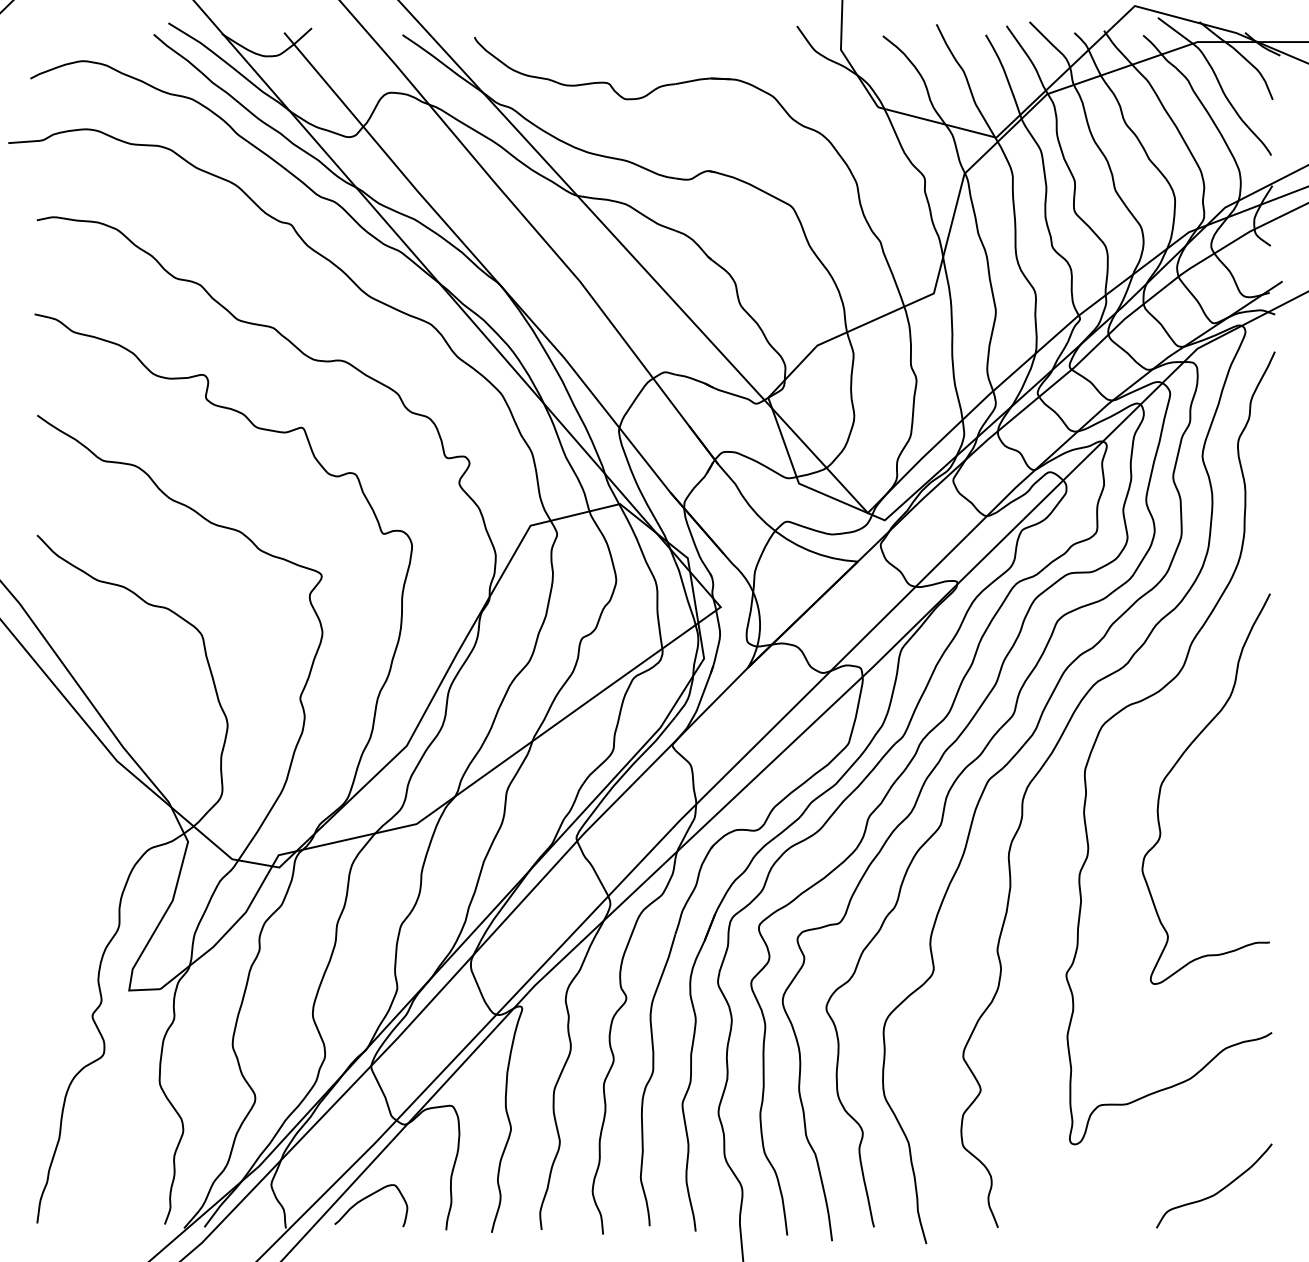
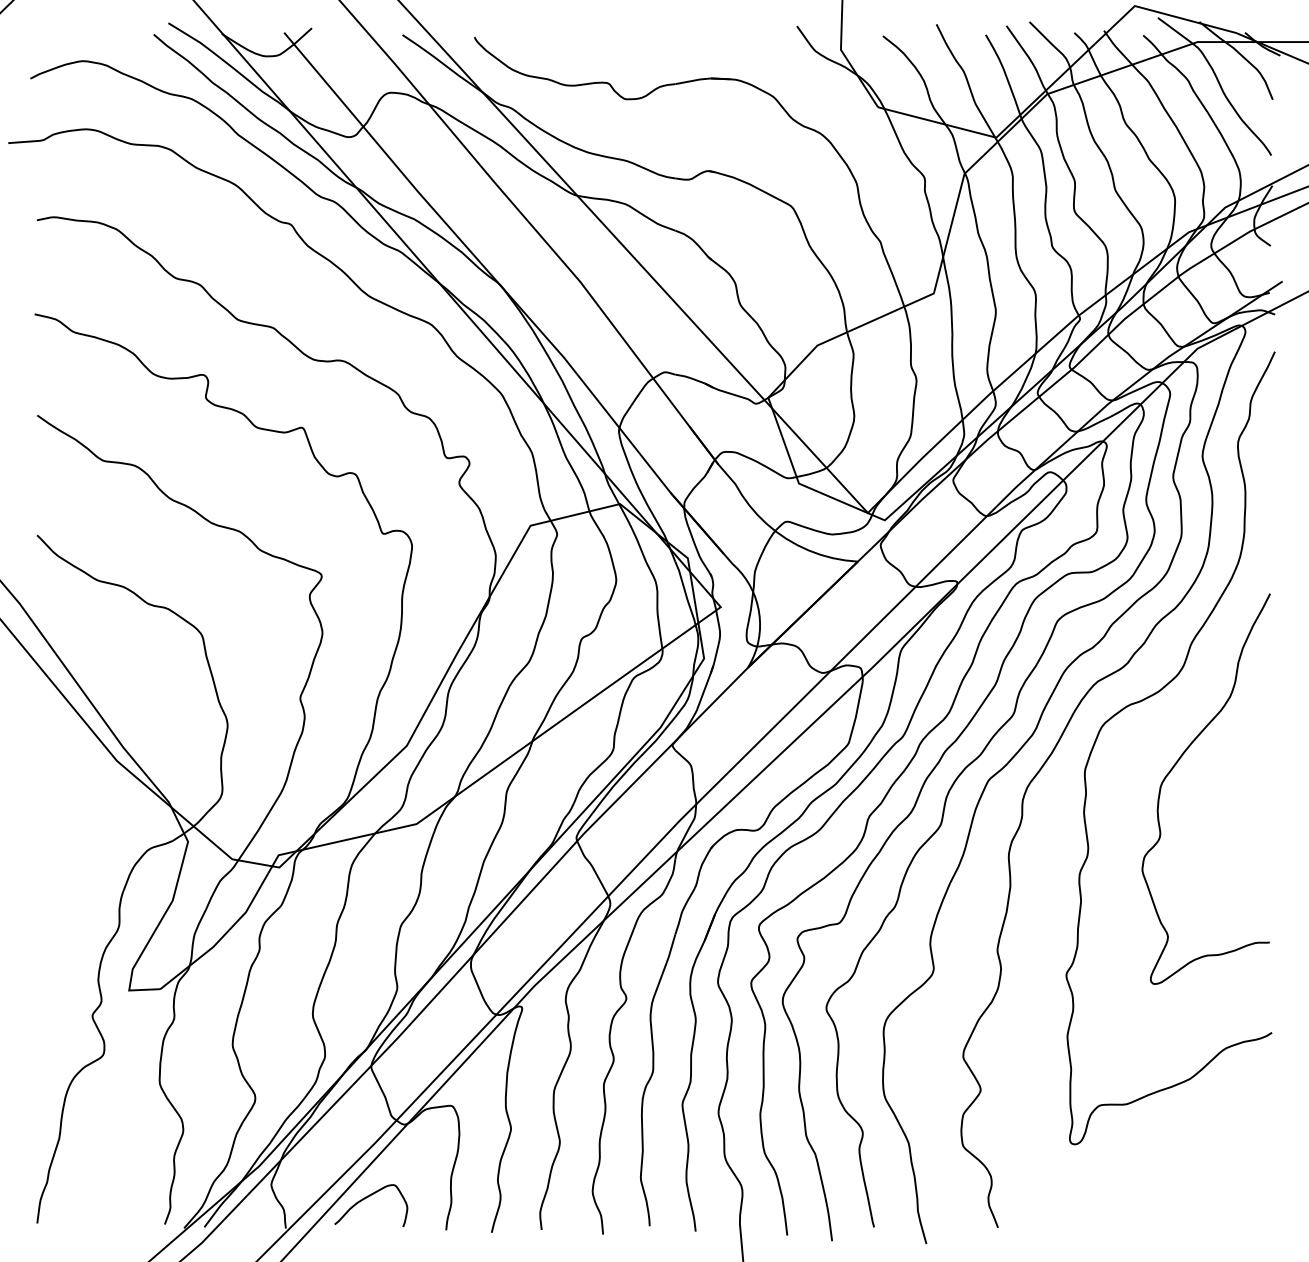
curve at (1217, 1191): present -> none
